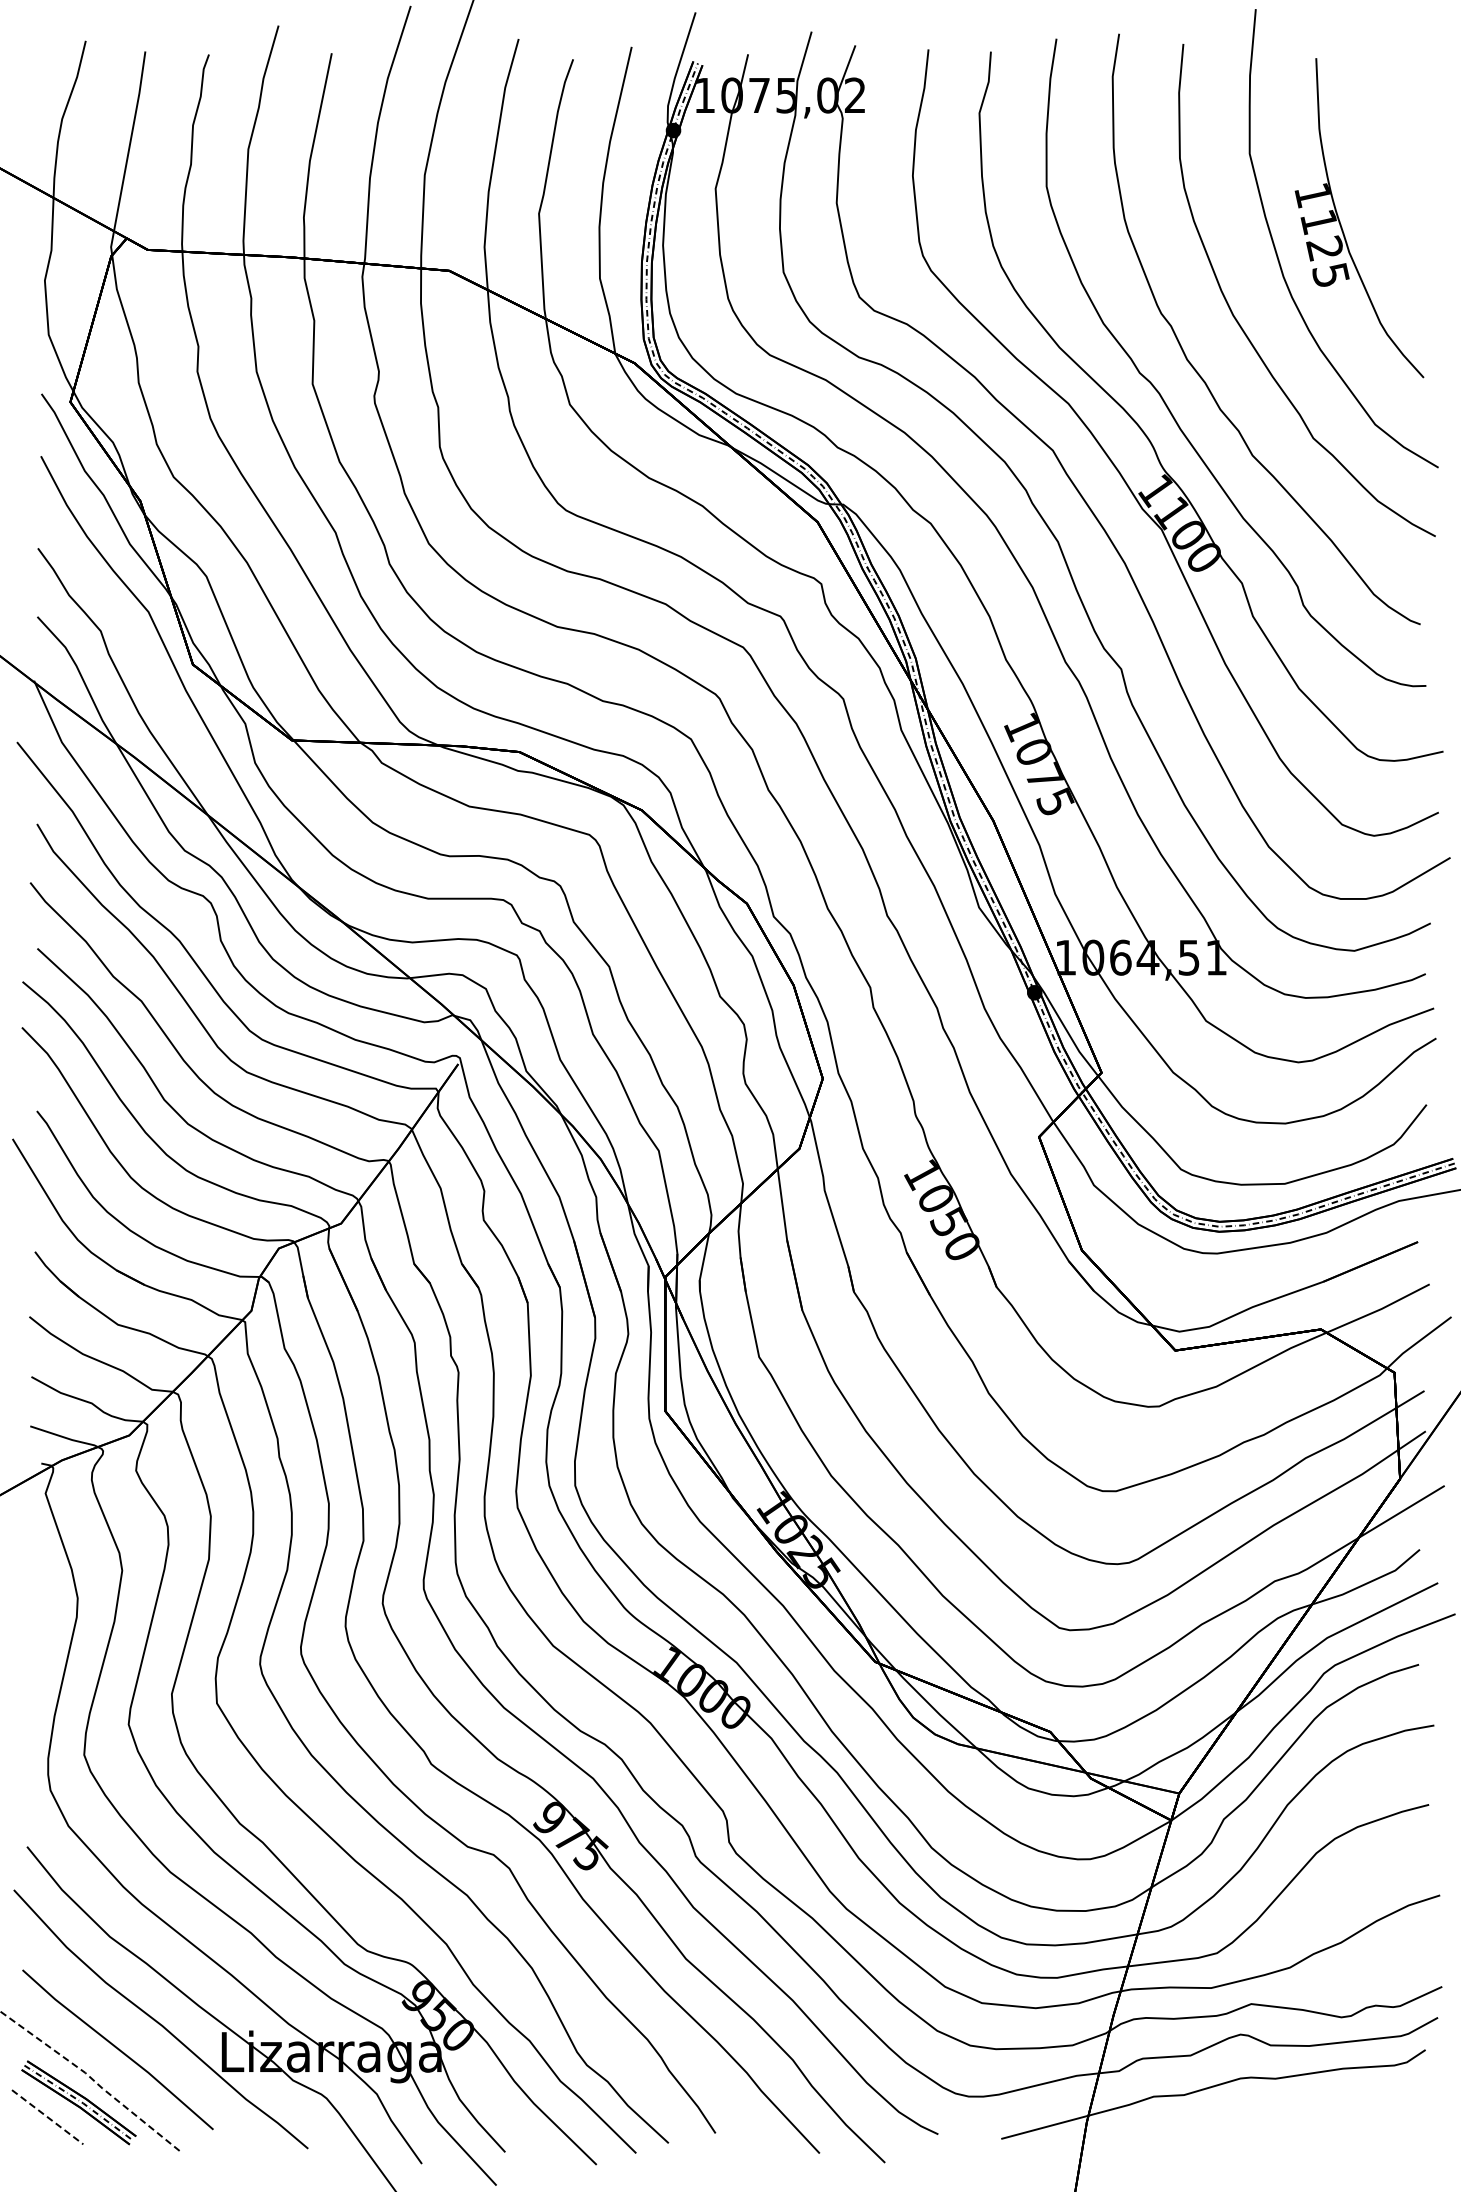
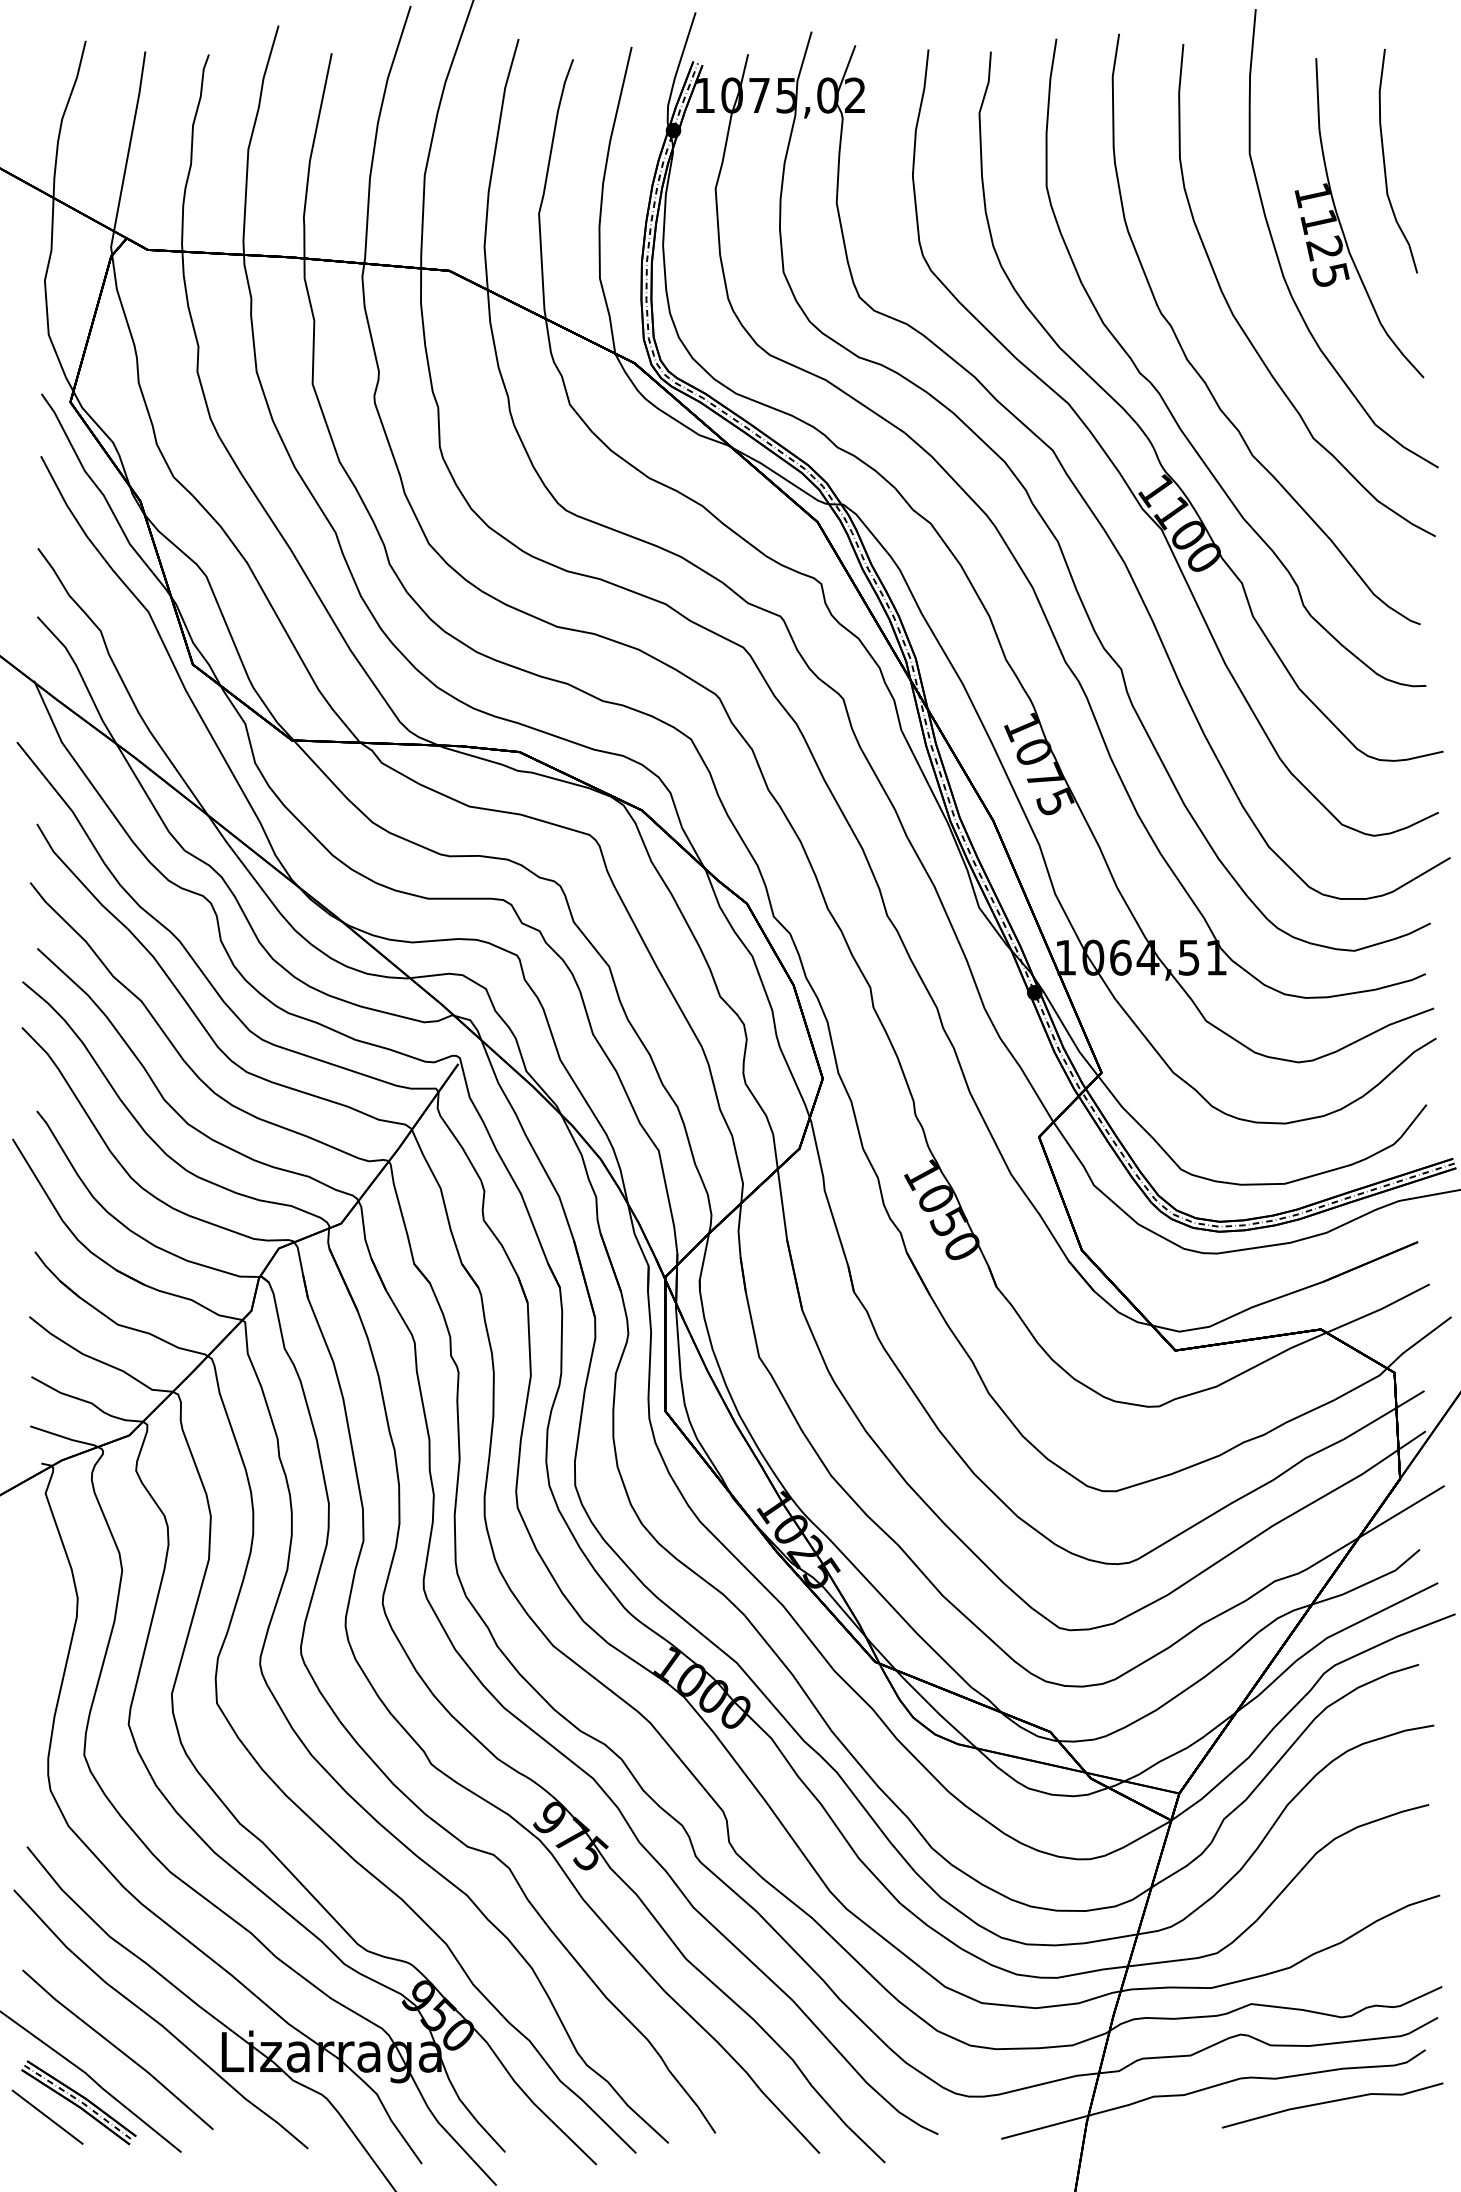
curve at (1385, 162): none -> present
line at (92, 2079): dashed -> solid
line at (1332, 2102): none -> present
line at (47, 2117): dashed -> solid
